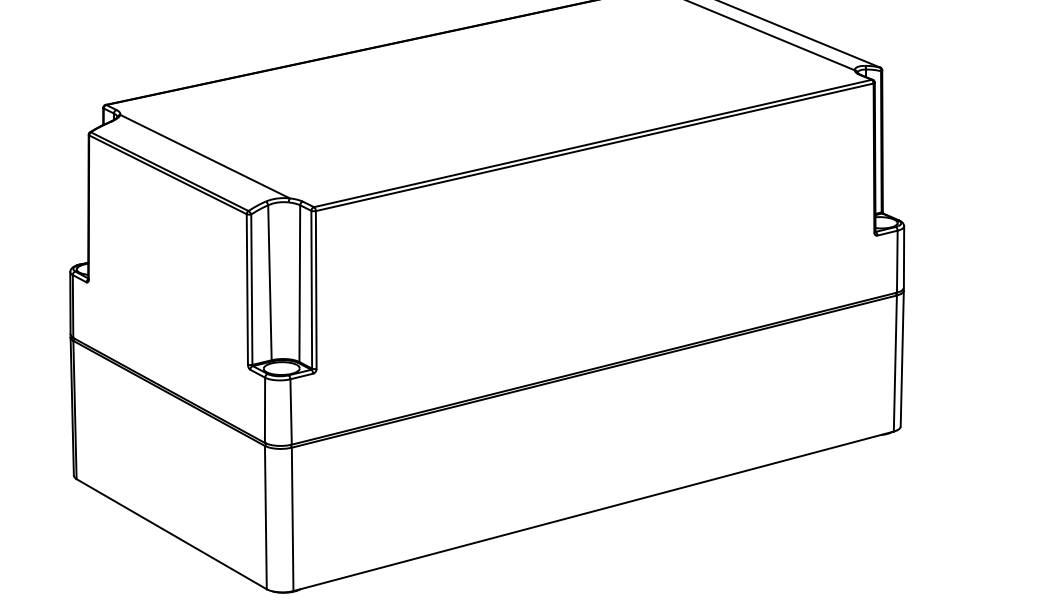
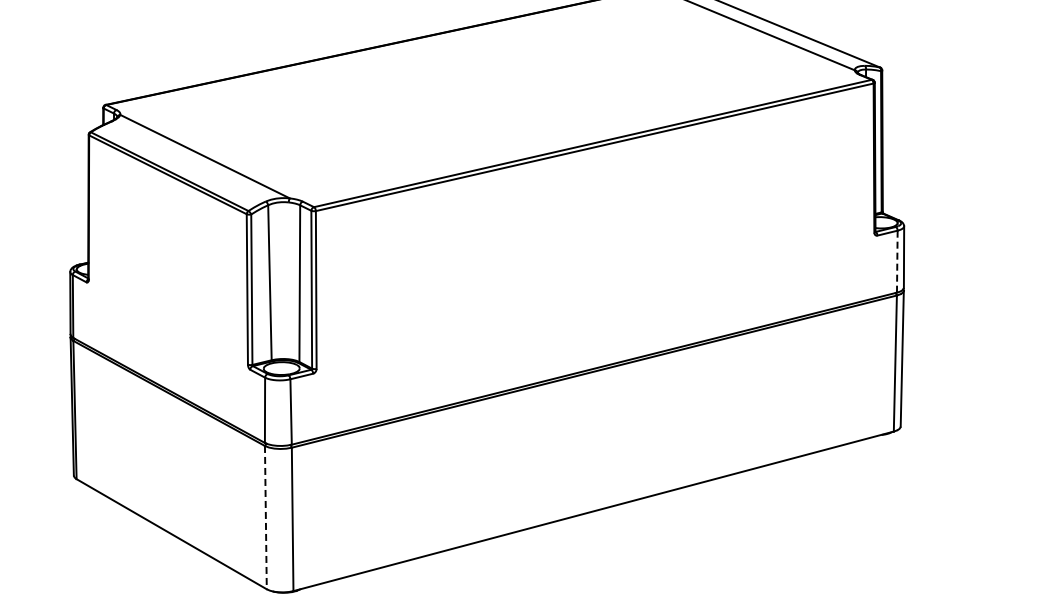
line at (897, 261): solid -> dashed
line at (265, 517): solid -> dashed
